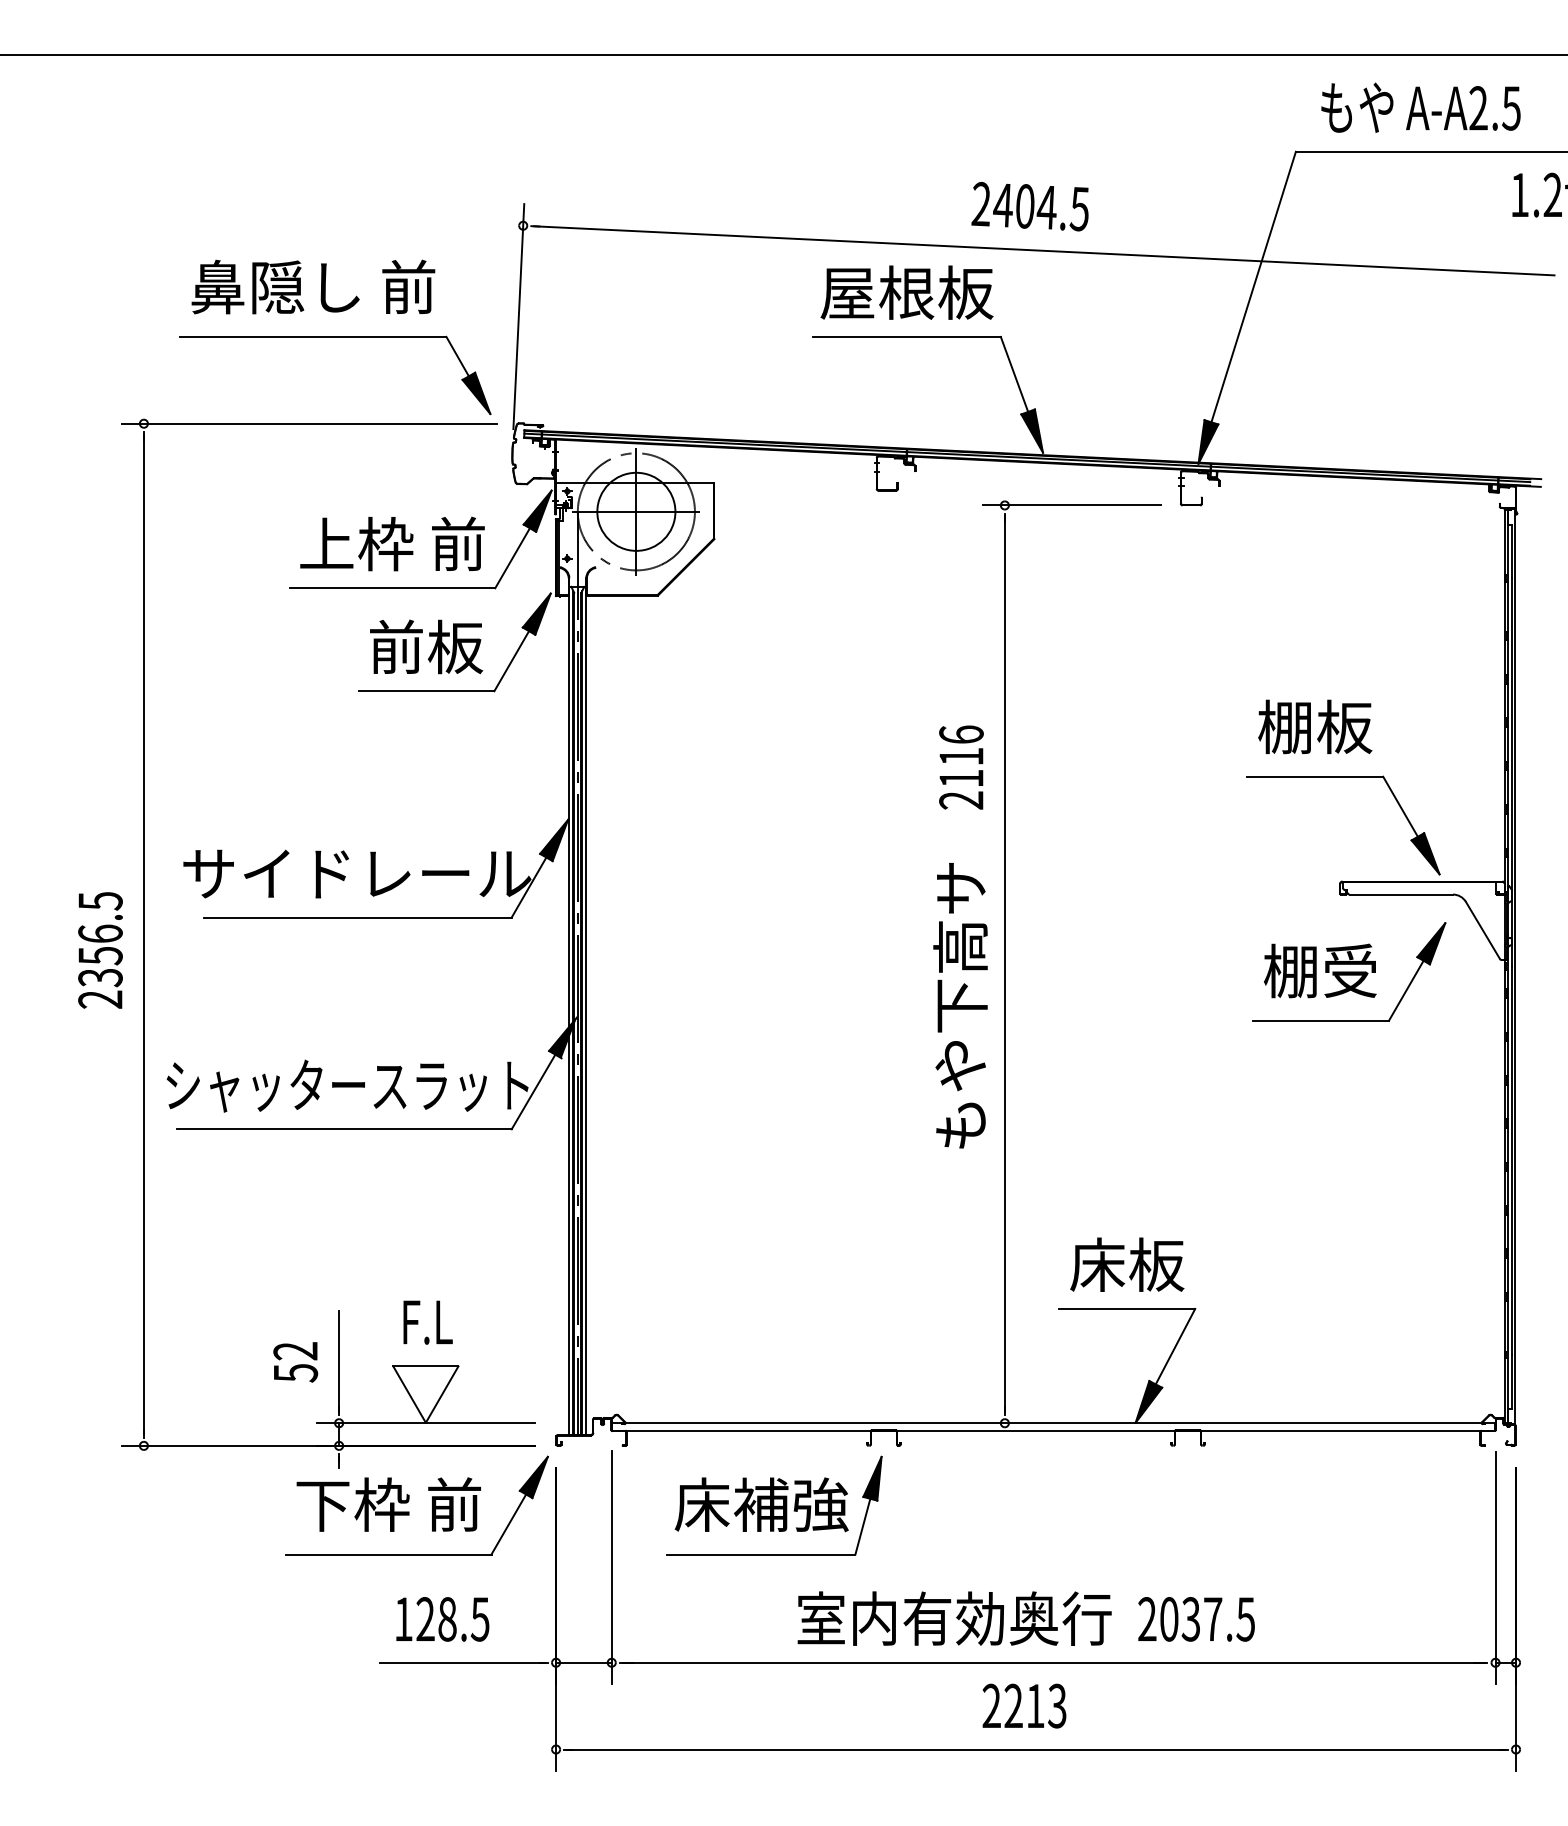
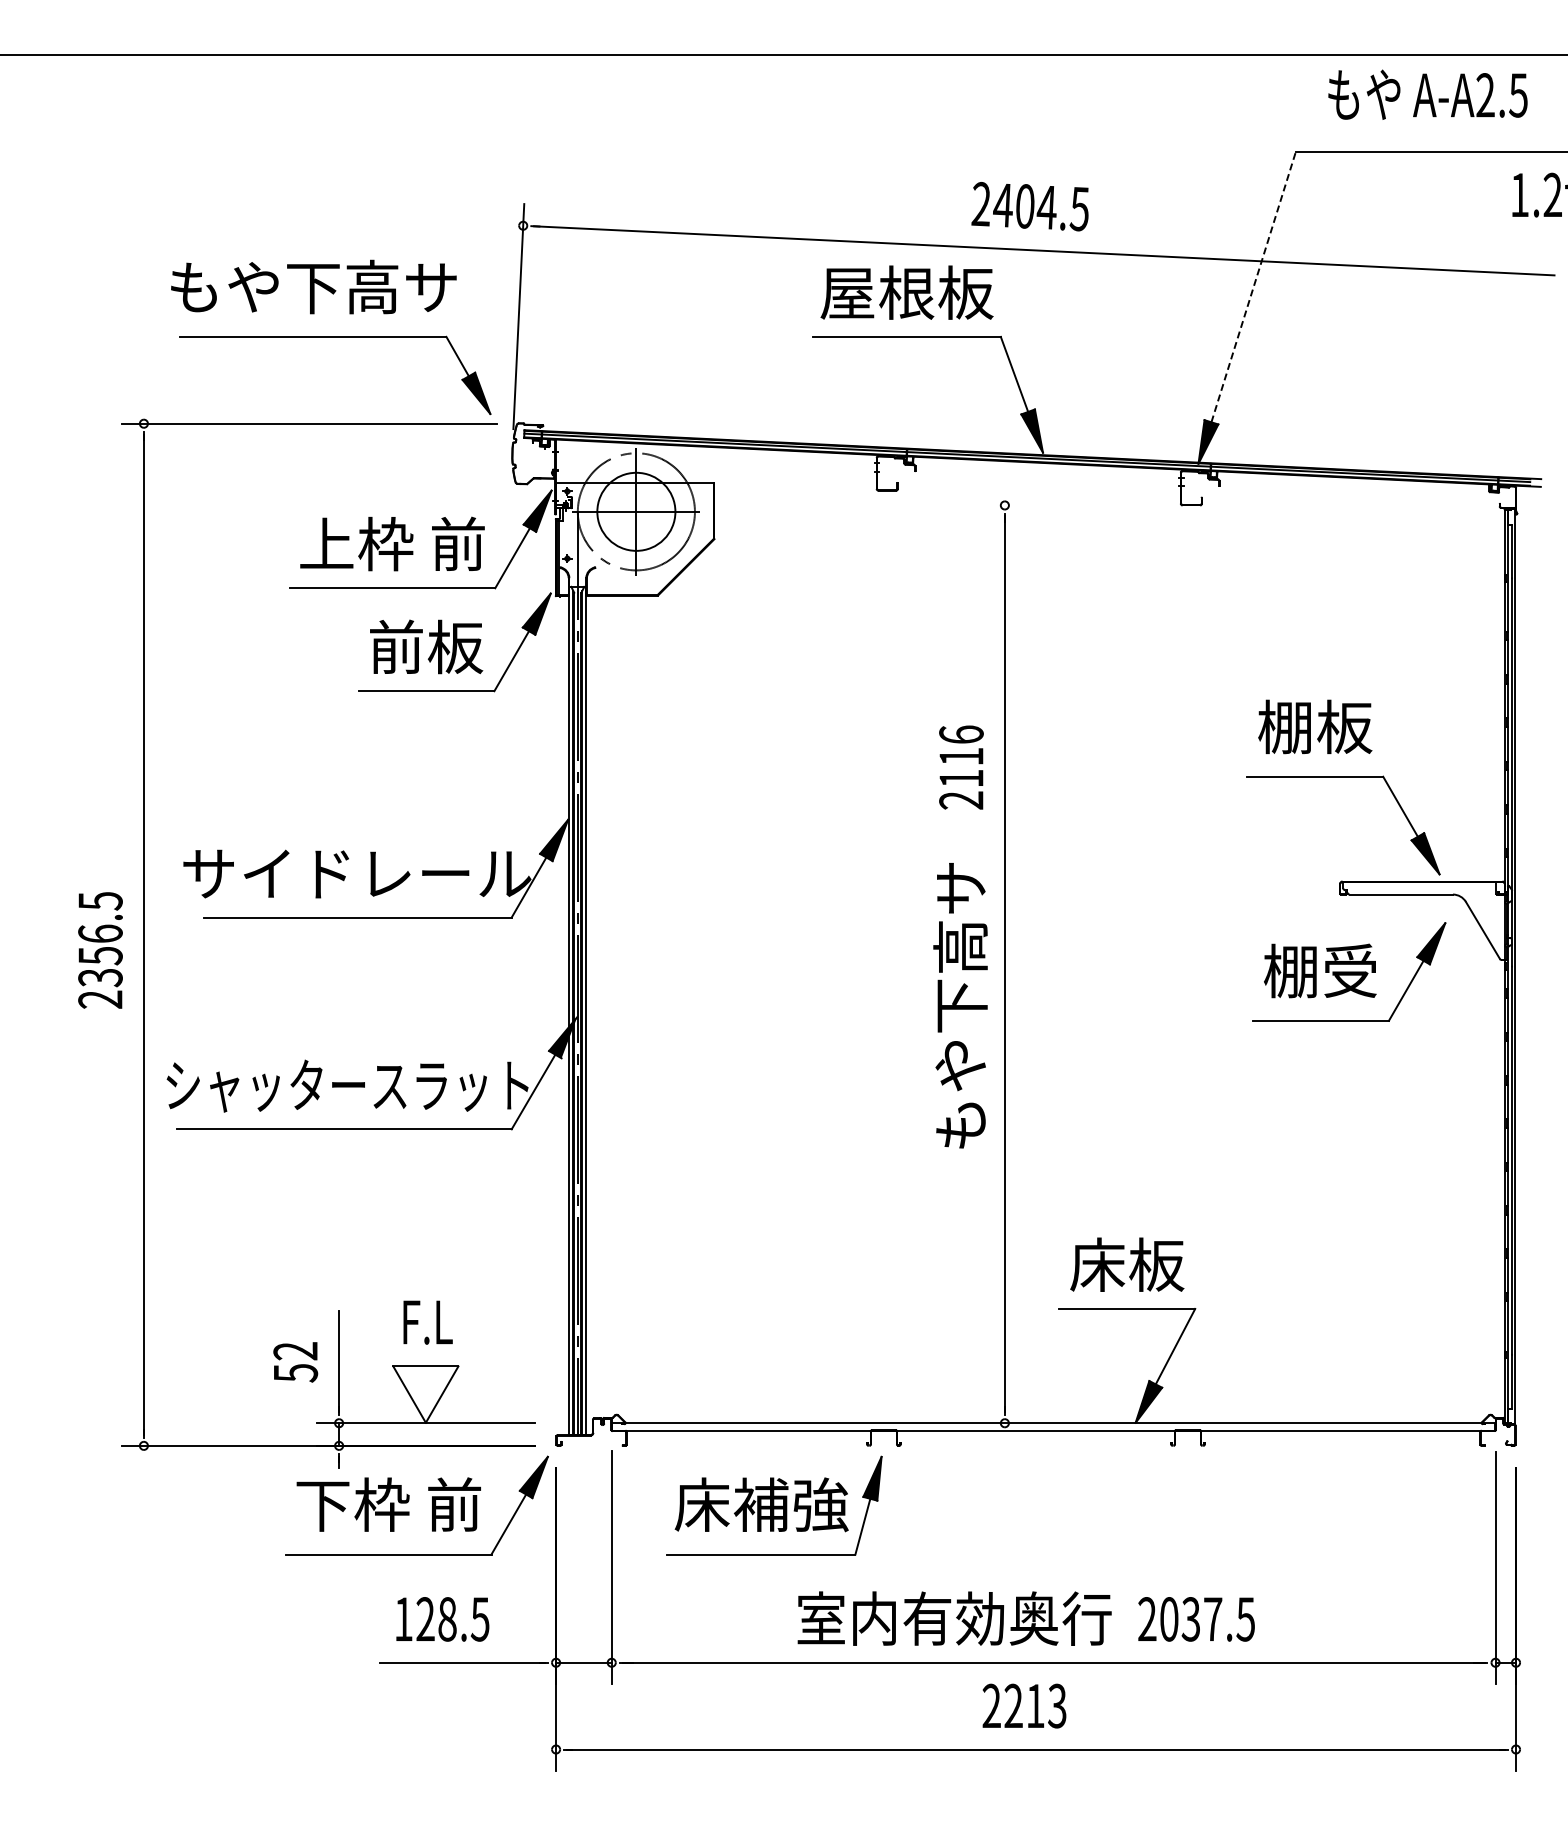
text at (1420, 107) position: (1420, 107) -> (1427, 94)
text at (313, 286): 鼻隠し 前 -> もや下高サ
line at (1253, 287): solid -> dashed
line at (1071, 505): present -> none
